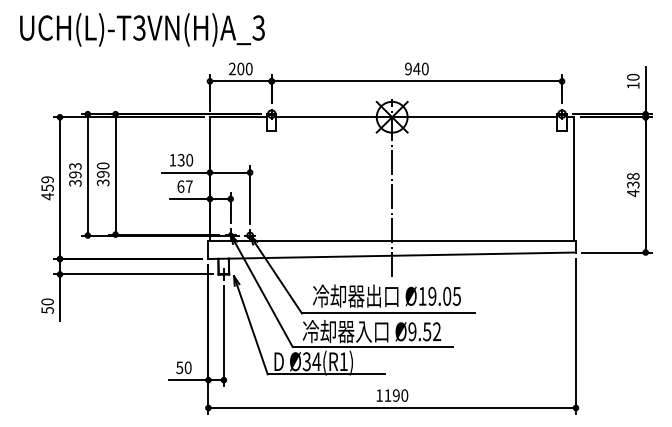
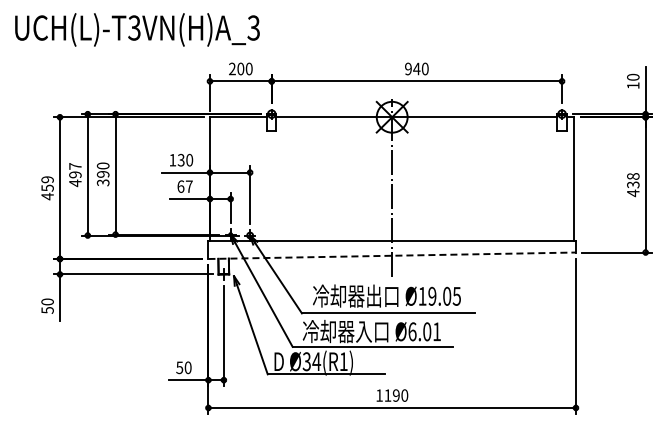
text at (142, 29) position: (142, 29) -> (137, 29)
text at (75, 175): 393 -> 497
line at (392, 255): solid -> dashed
text at (424, 331): Ø9.52 -> Ø6.01
